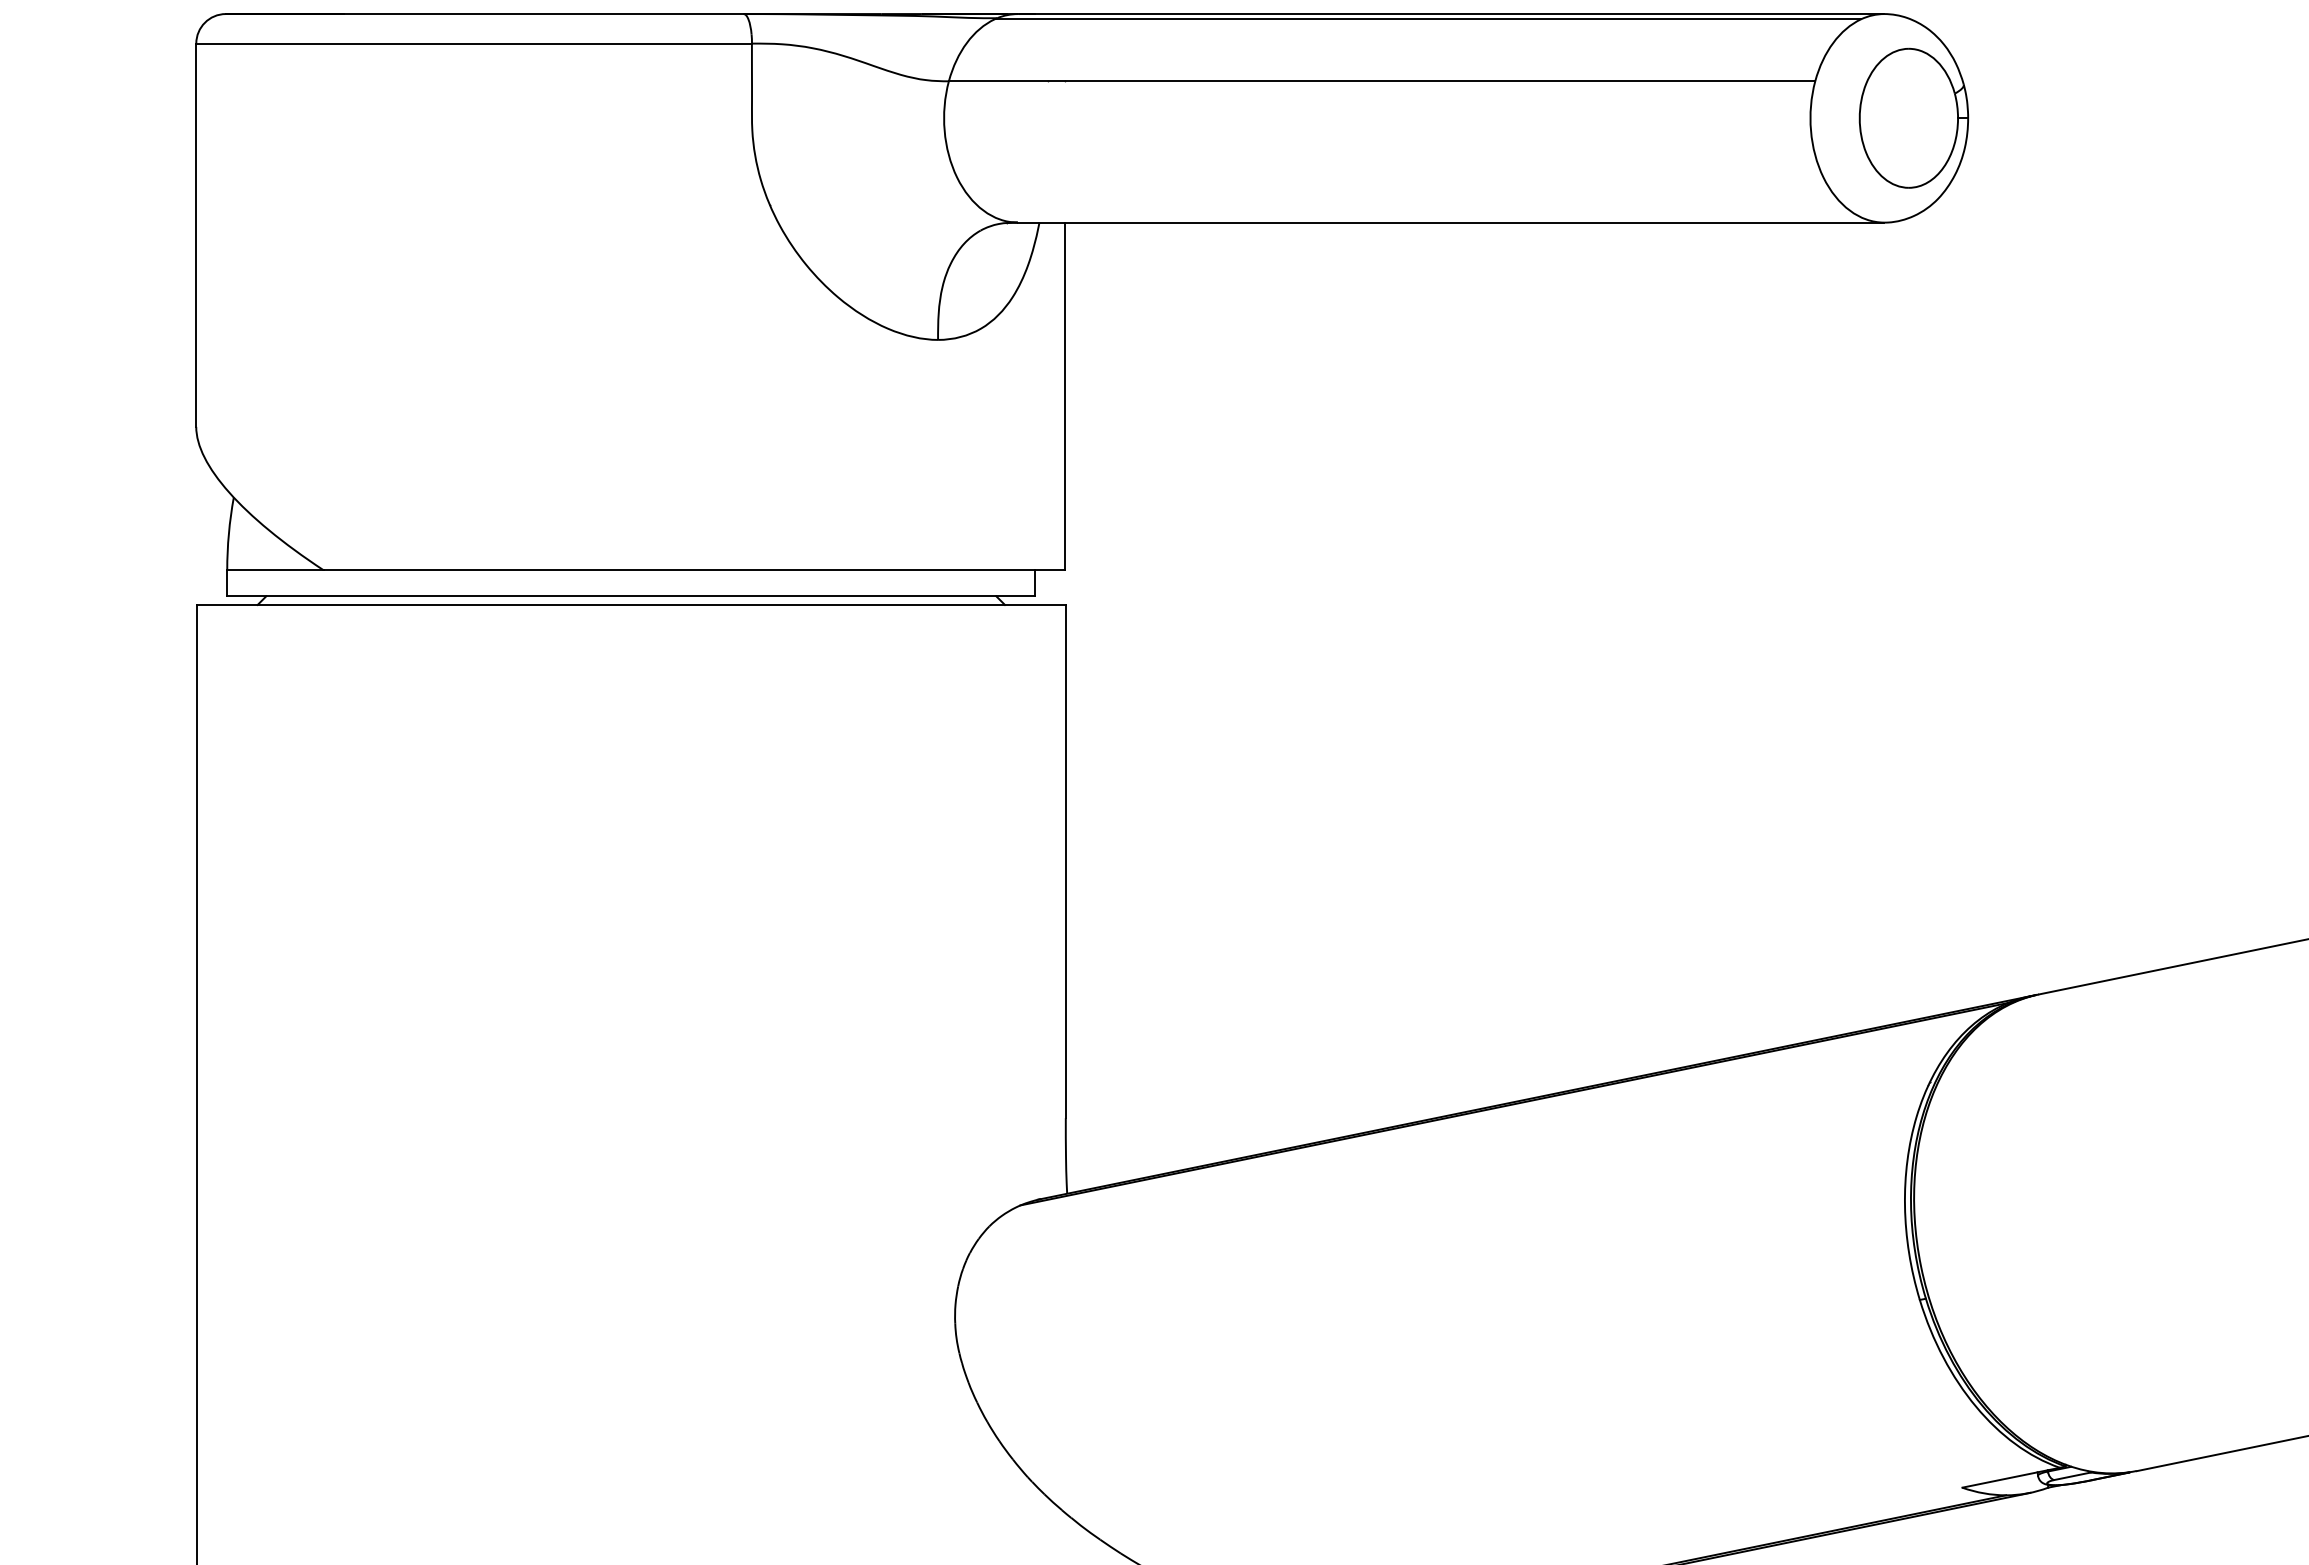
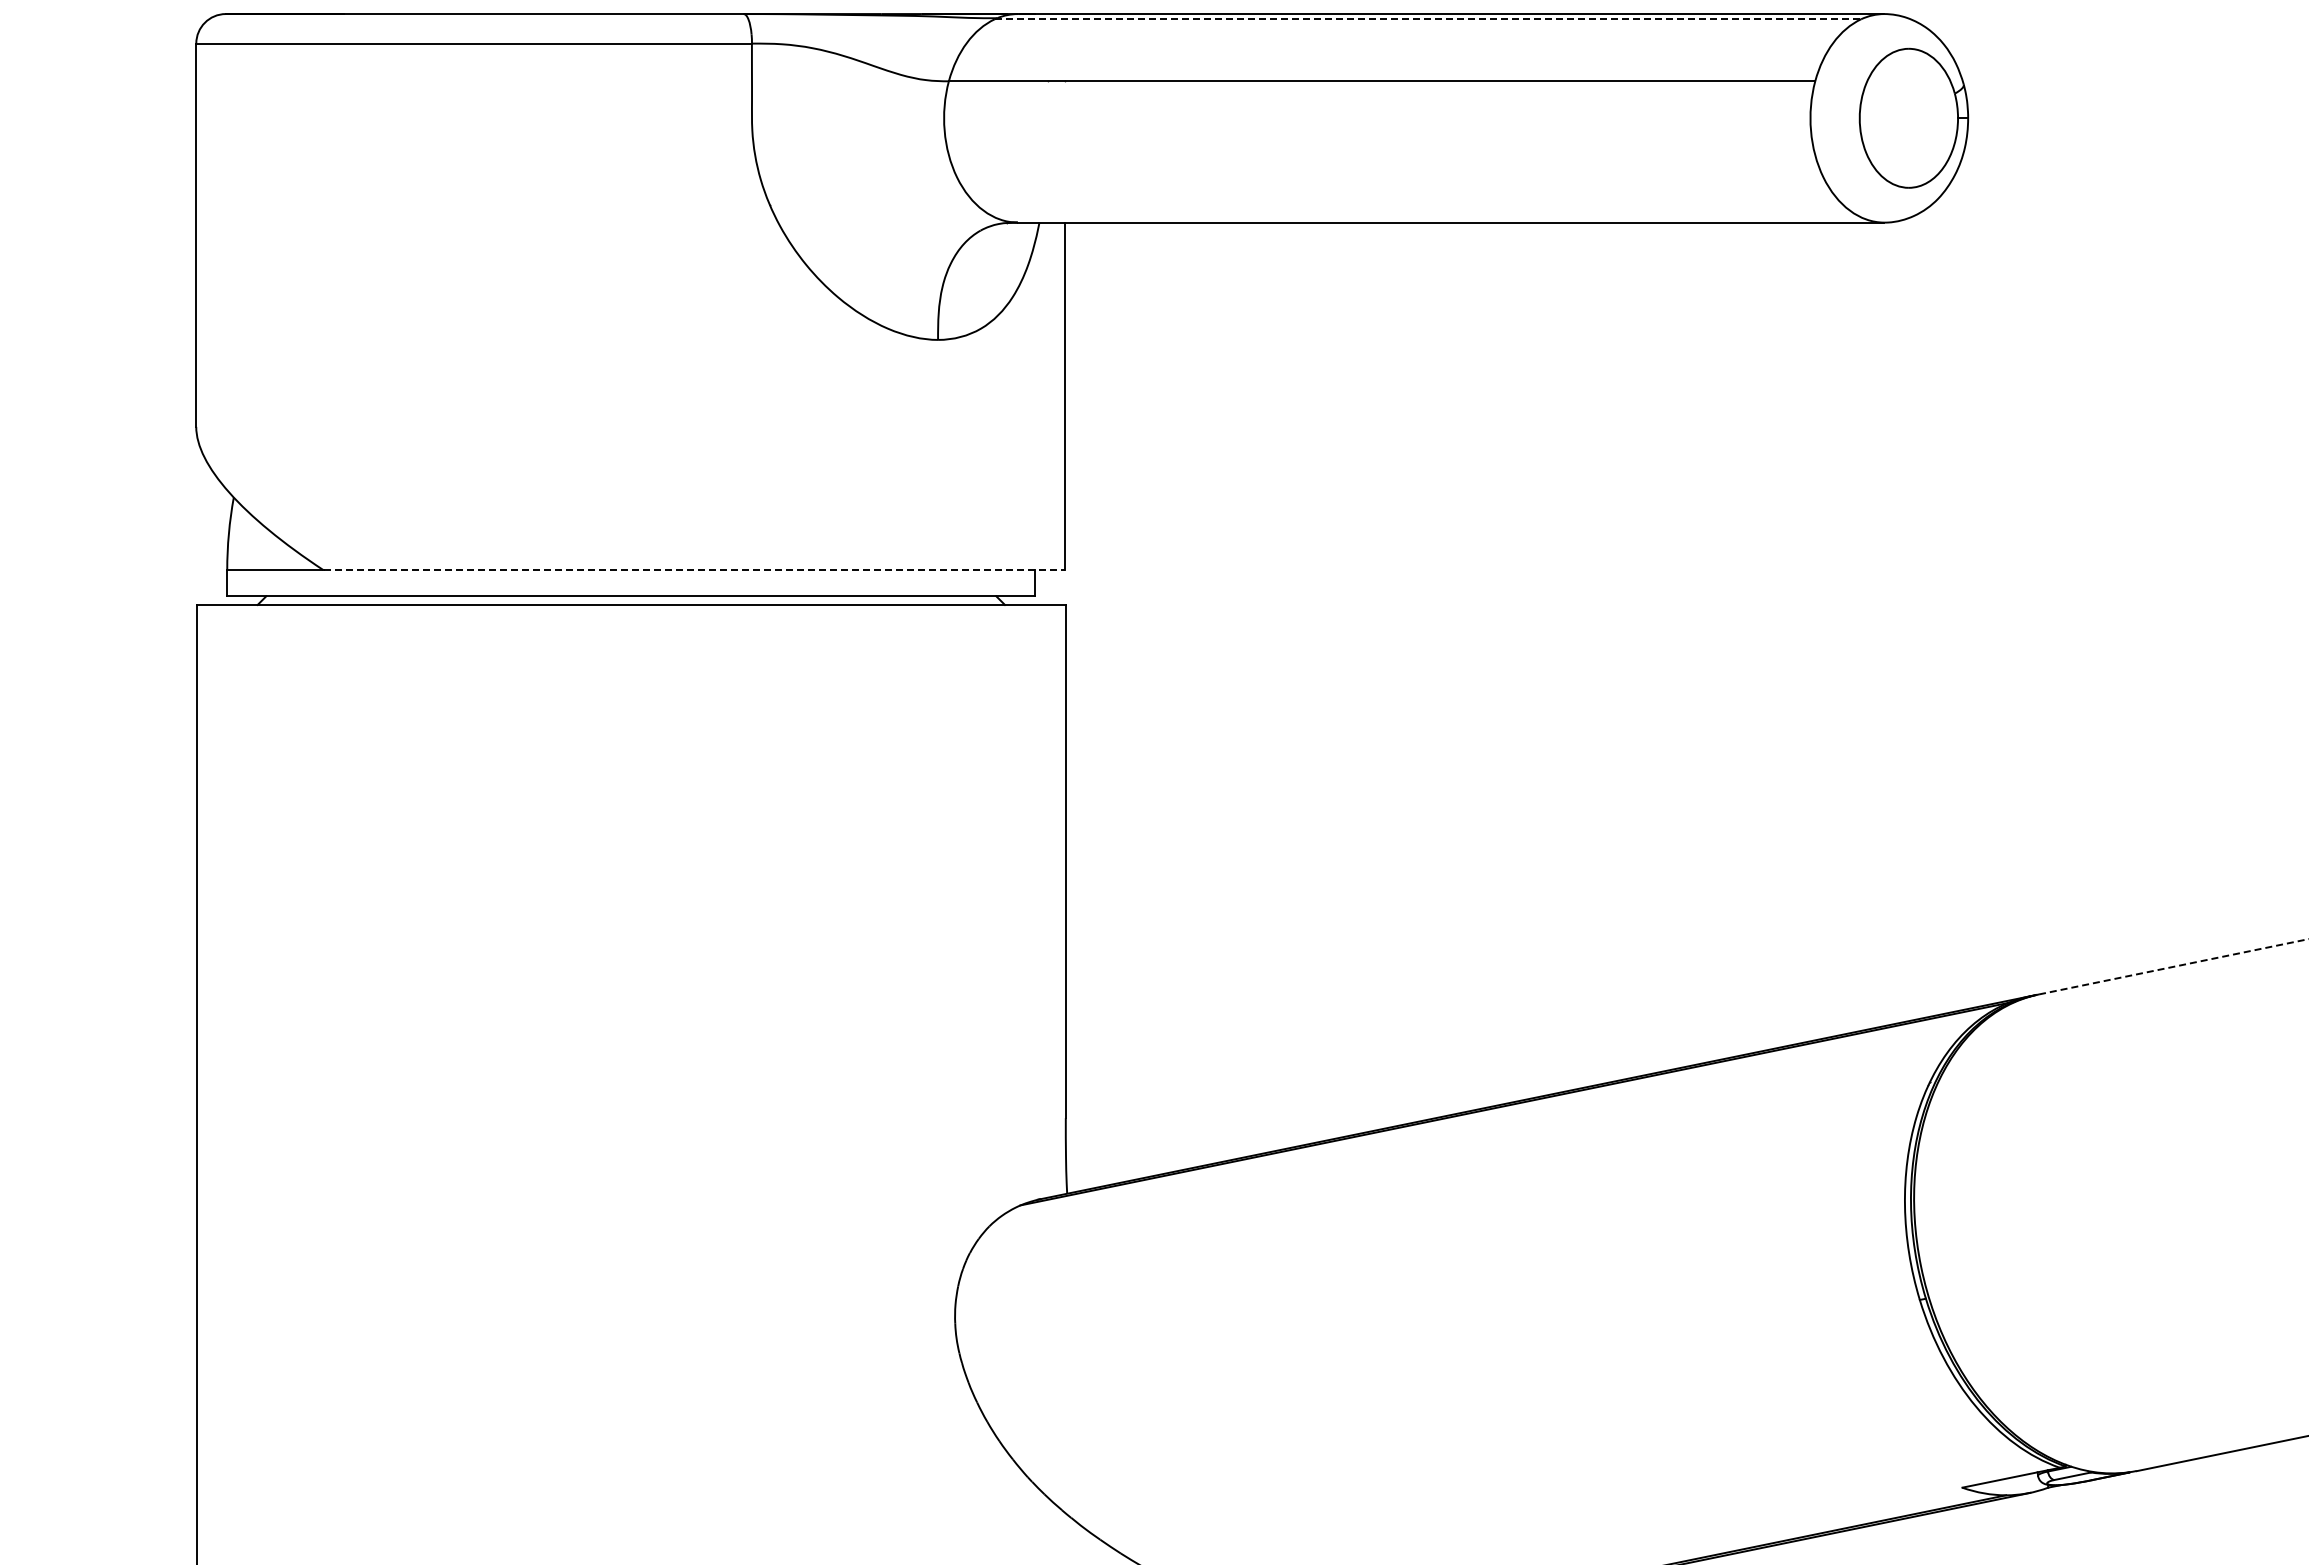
line at (1428, 19): solid -> dashed
line at (694, 570): solid -> dashed
line at (2174, 966): solid -> dashed
